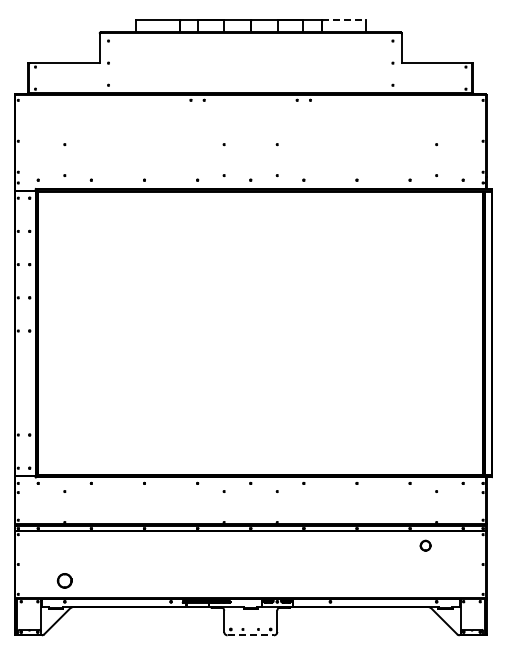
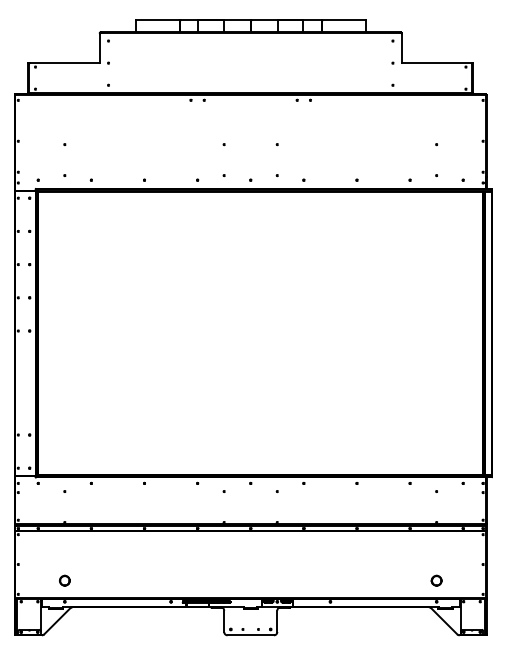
line at (343, 19): dashed -> solid
part at (425, 545) position: (425, 545) -> (436, 580)
part at (64, 580) size: 17x16 px -> 12x13 px
line at (251, 635): dashed -> solid
